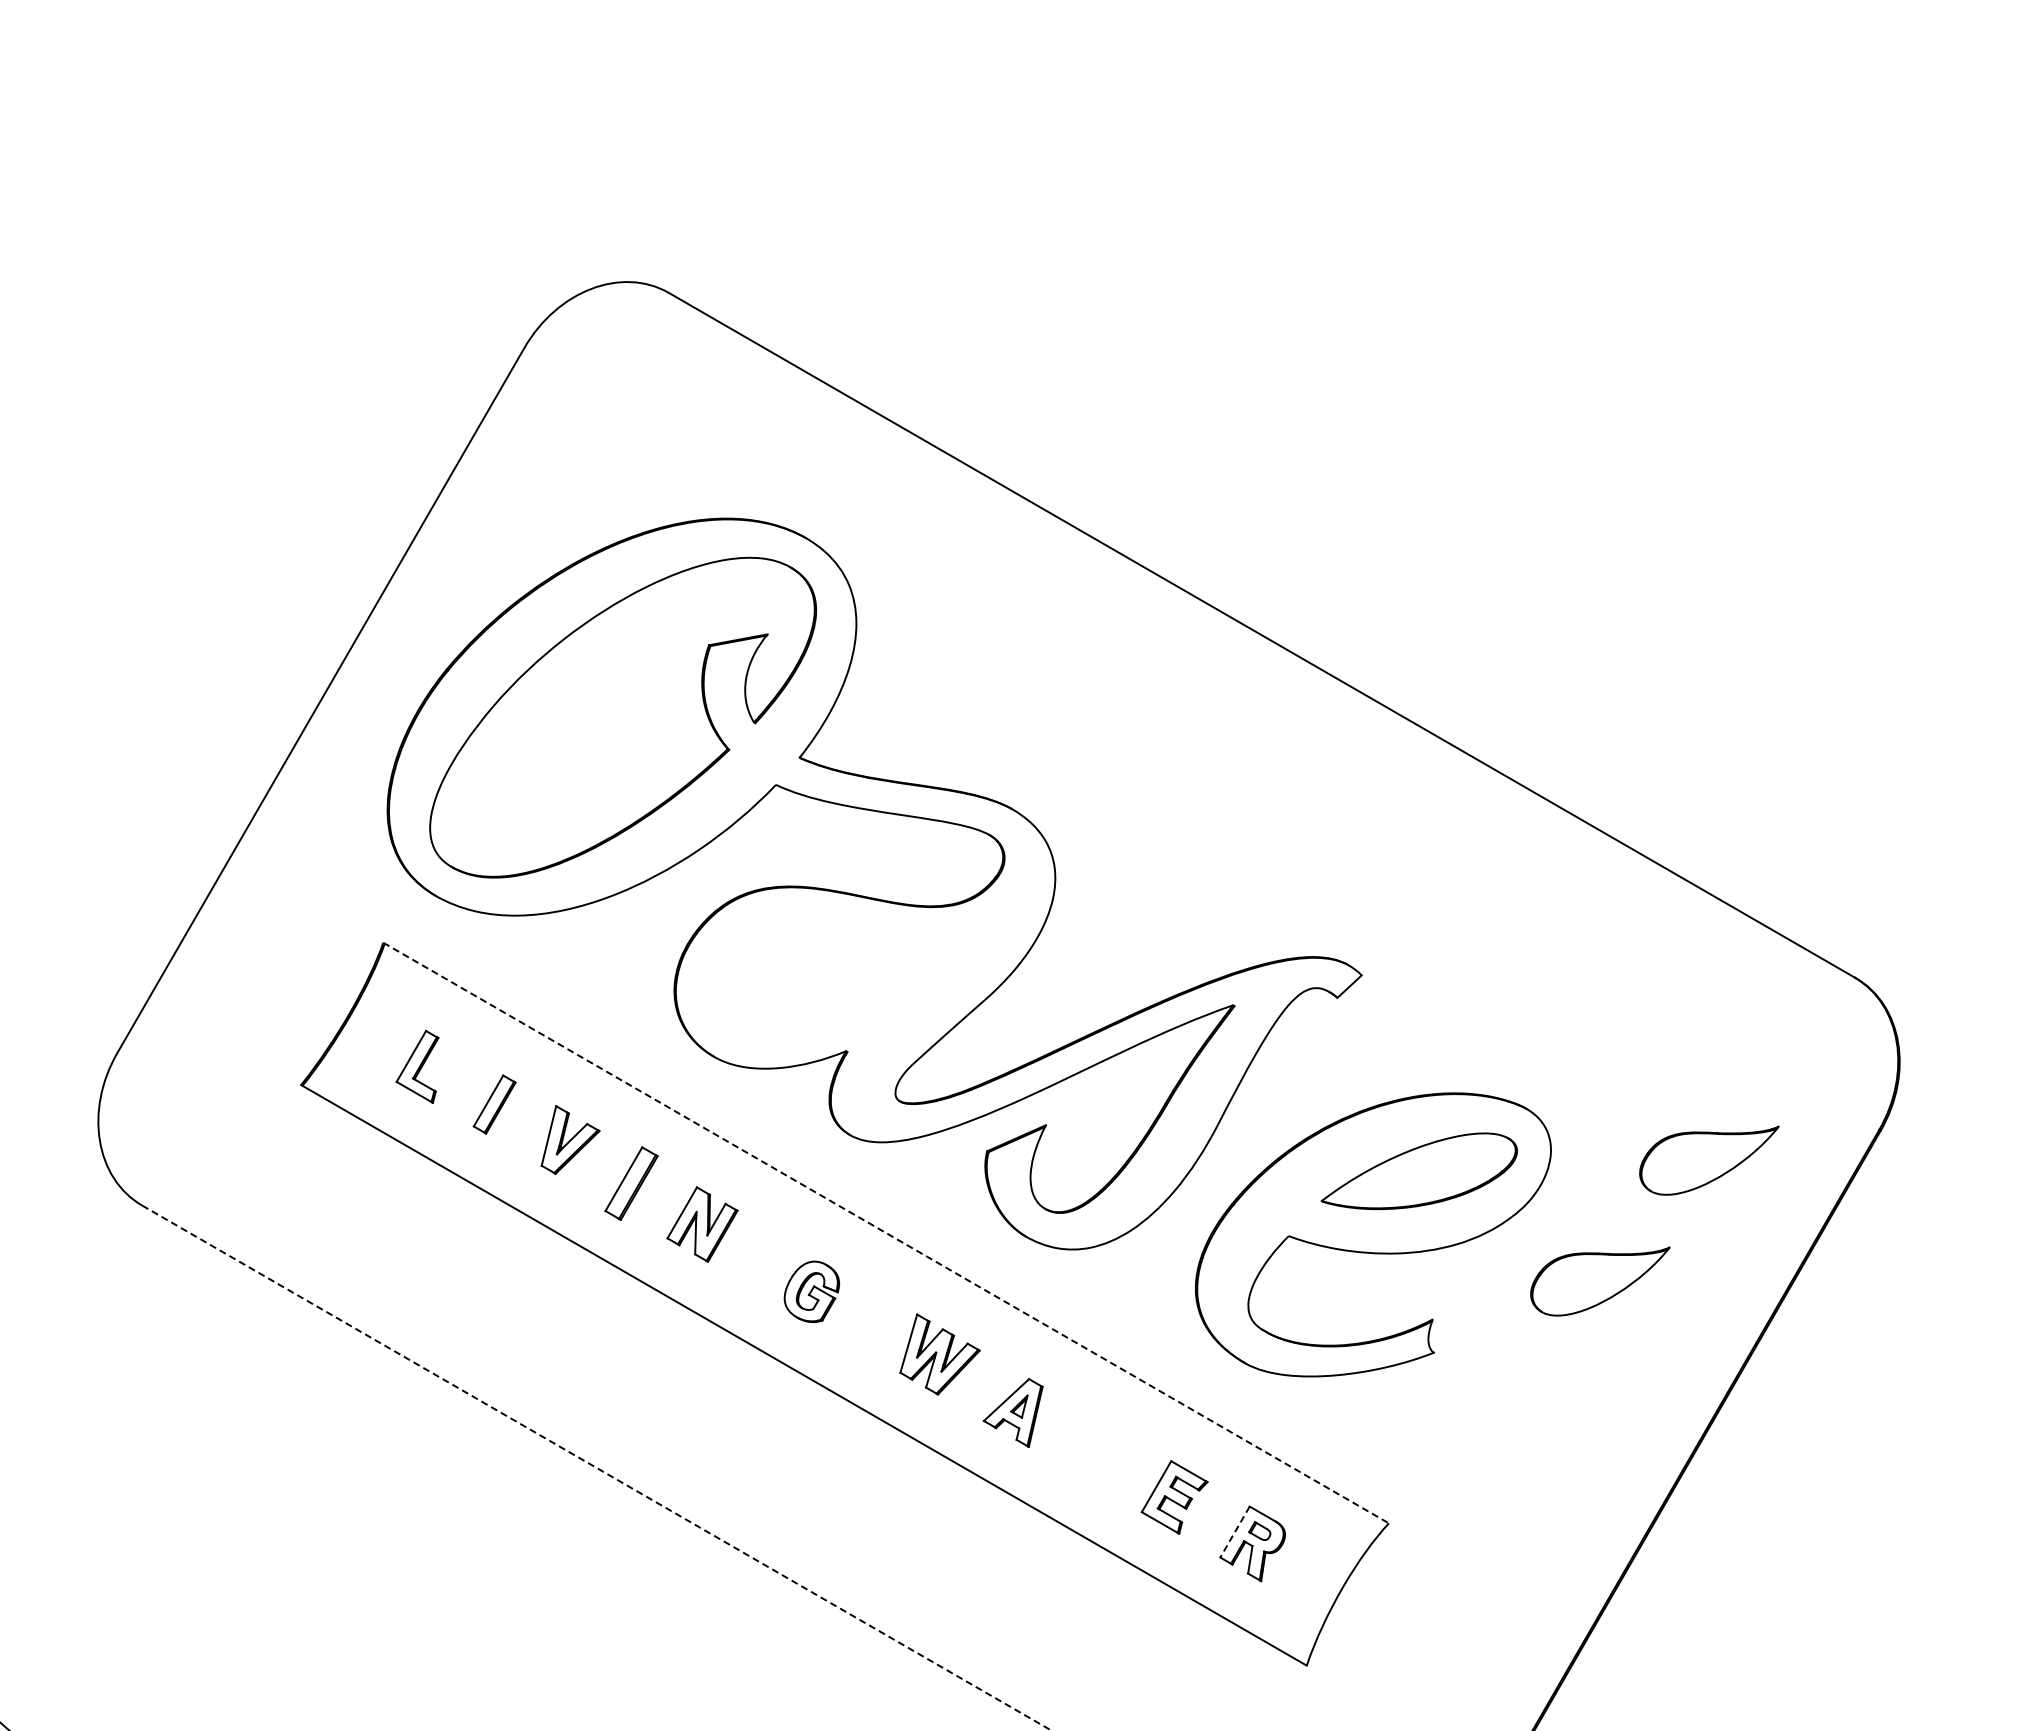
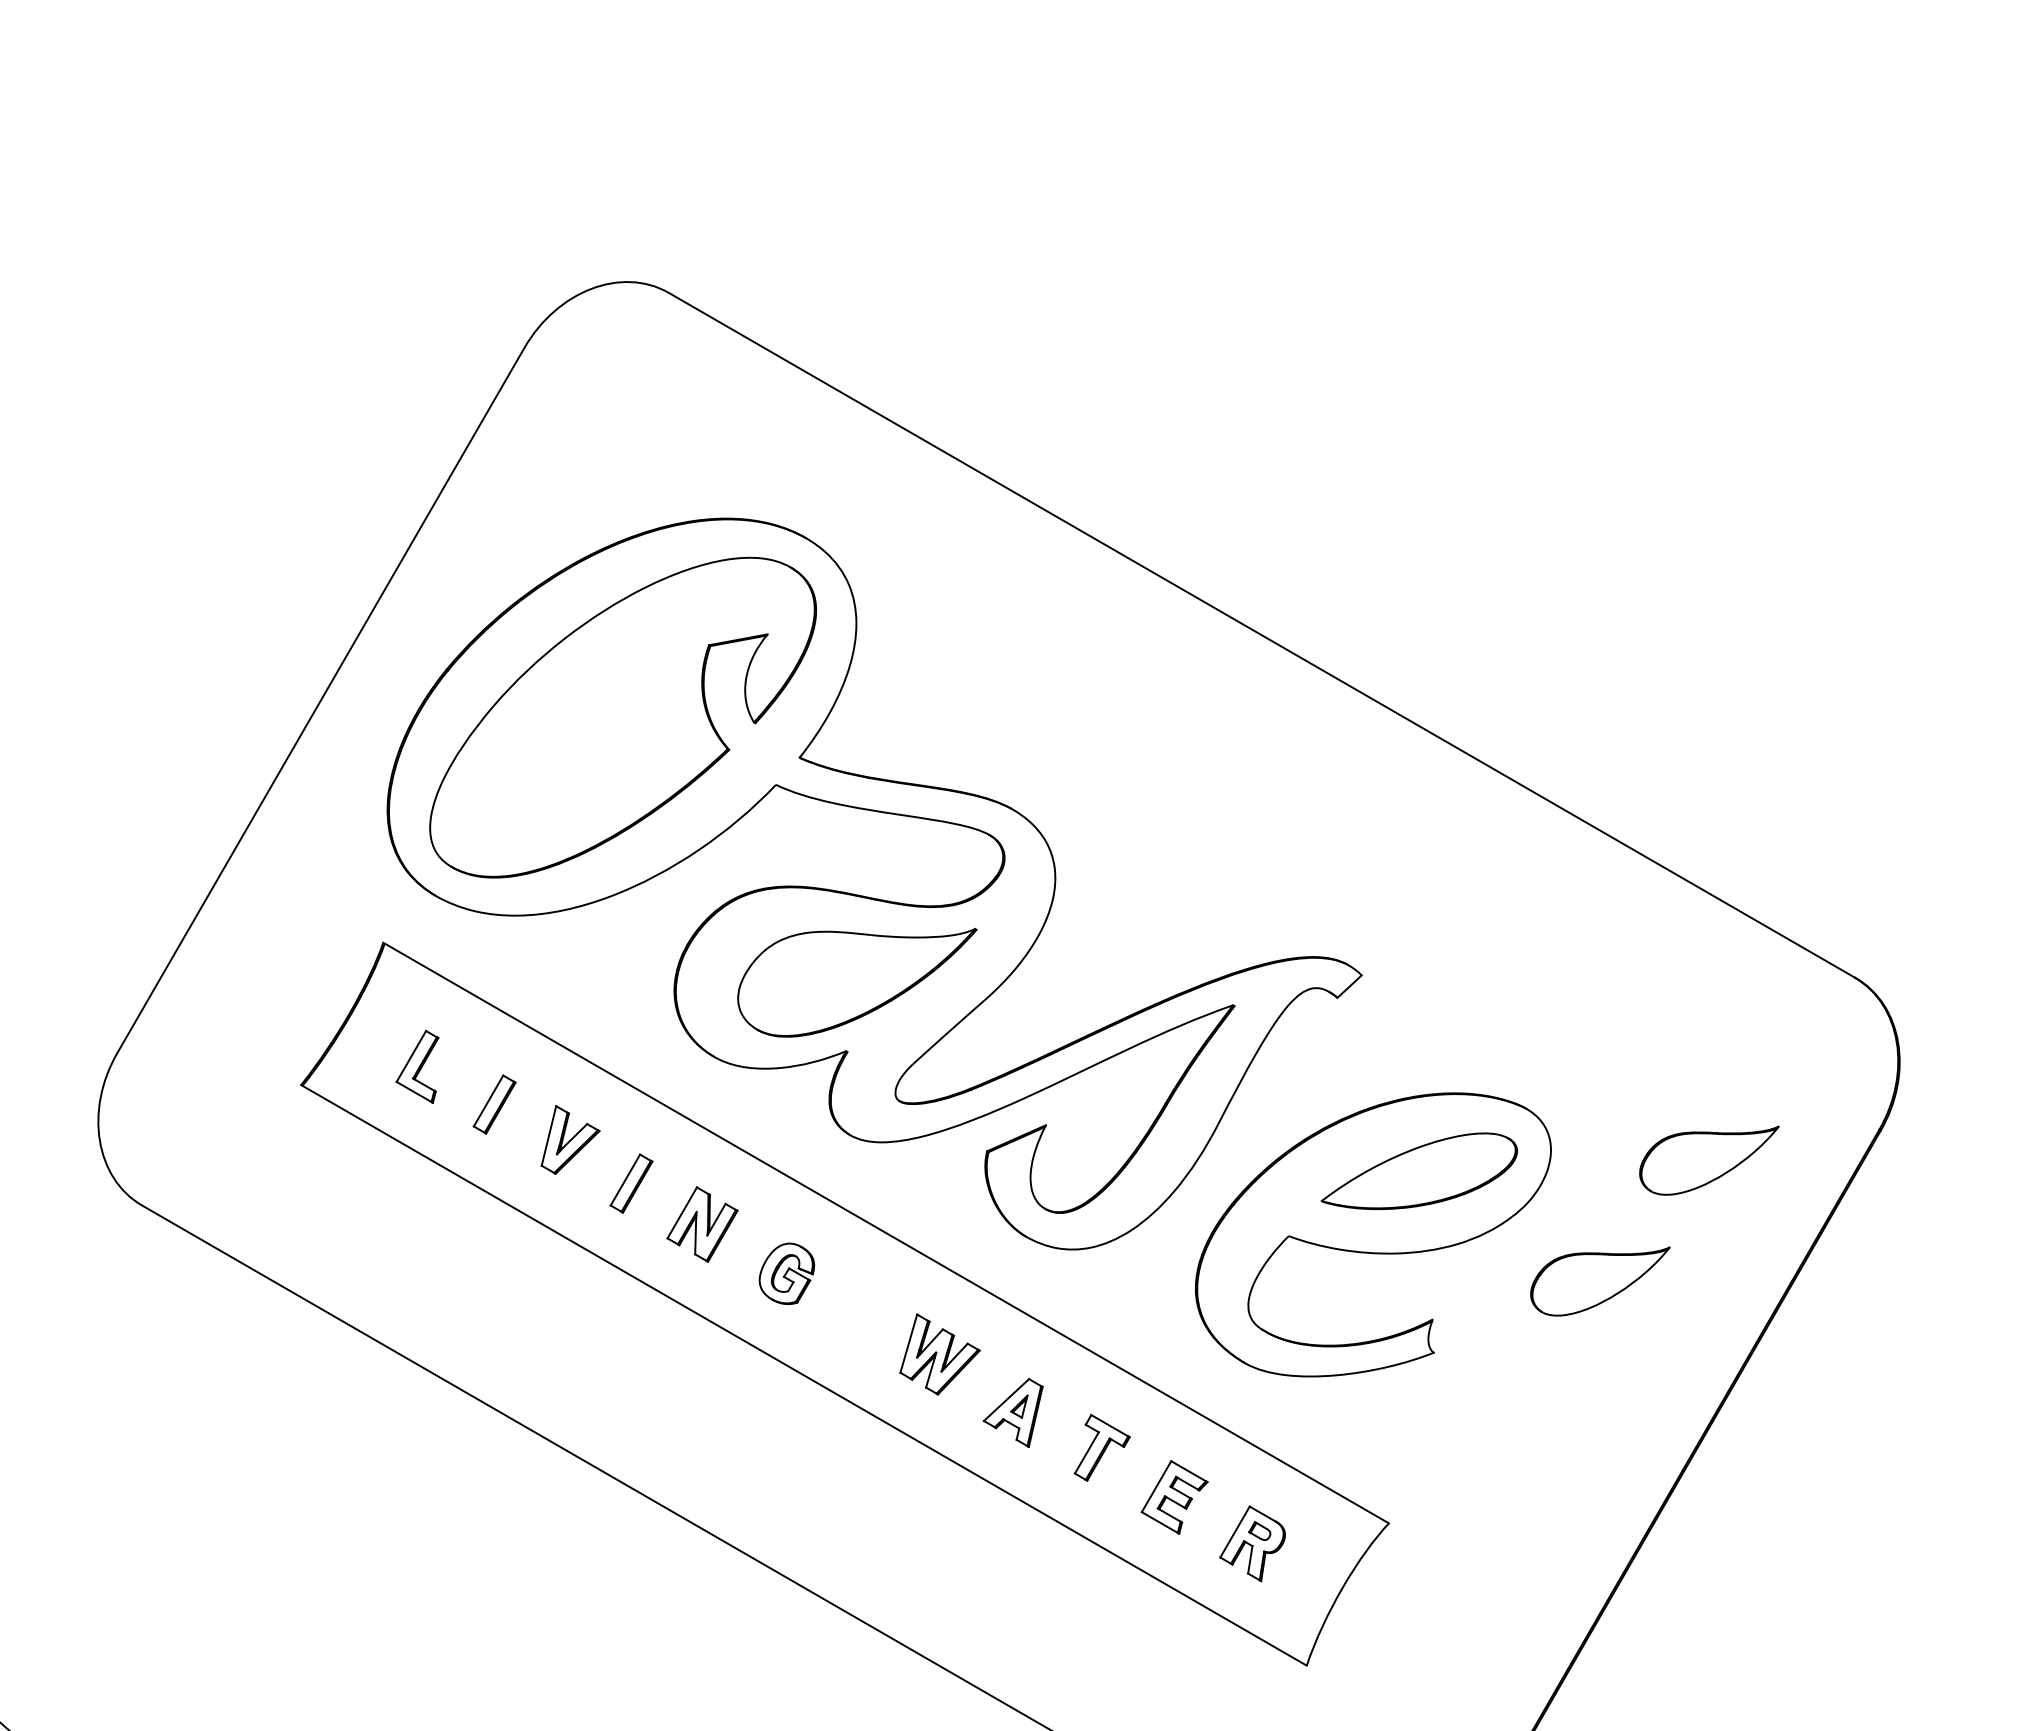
part at (857, 982): none -> present
part at (631, 1183) size: 55x75 px -> 45x61 px
line at (886, 1233): dashed -> solid
part at (811, 1291) position: (811, 1291) -> (786, 1273)
part at (1101, 1447): none -> present
line at (597, 1468): dashed -> solid
line at (1234, 1532): dashed -> solid
